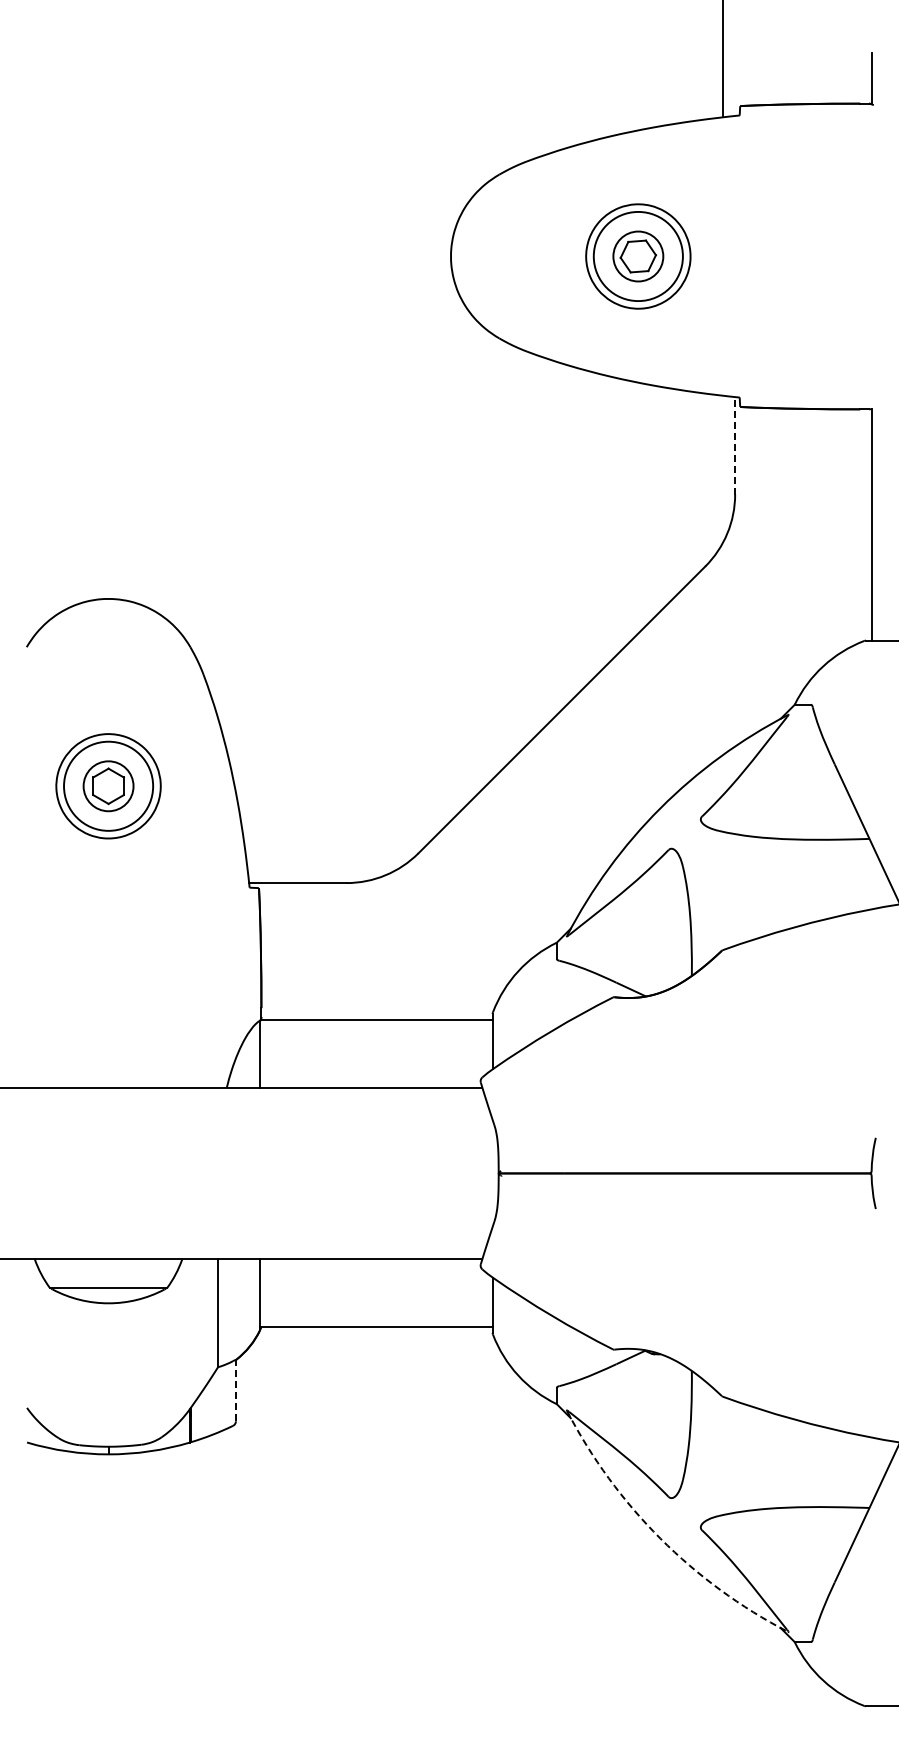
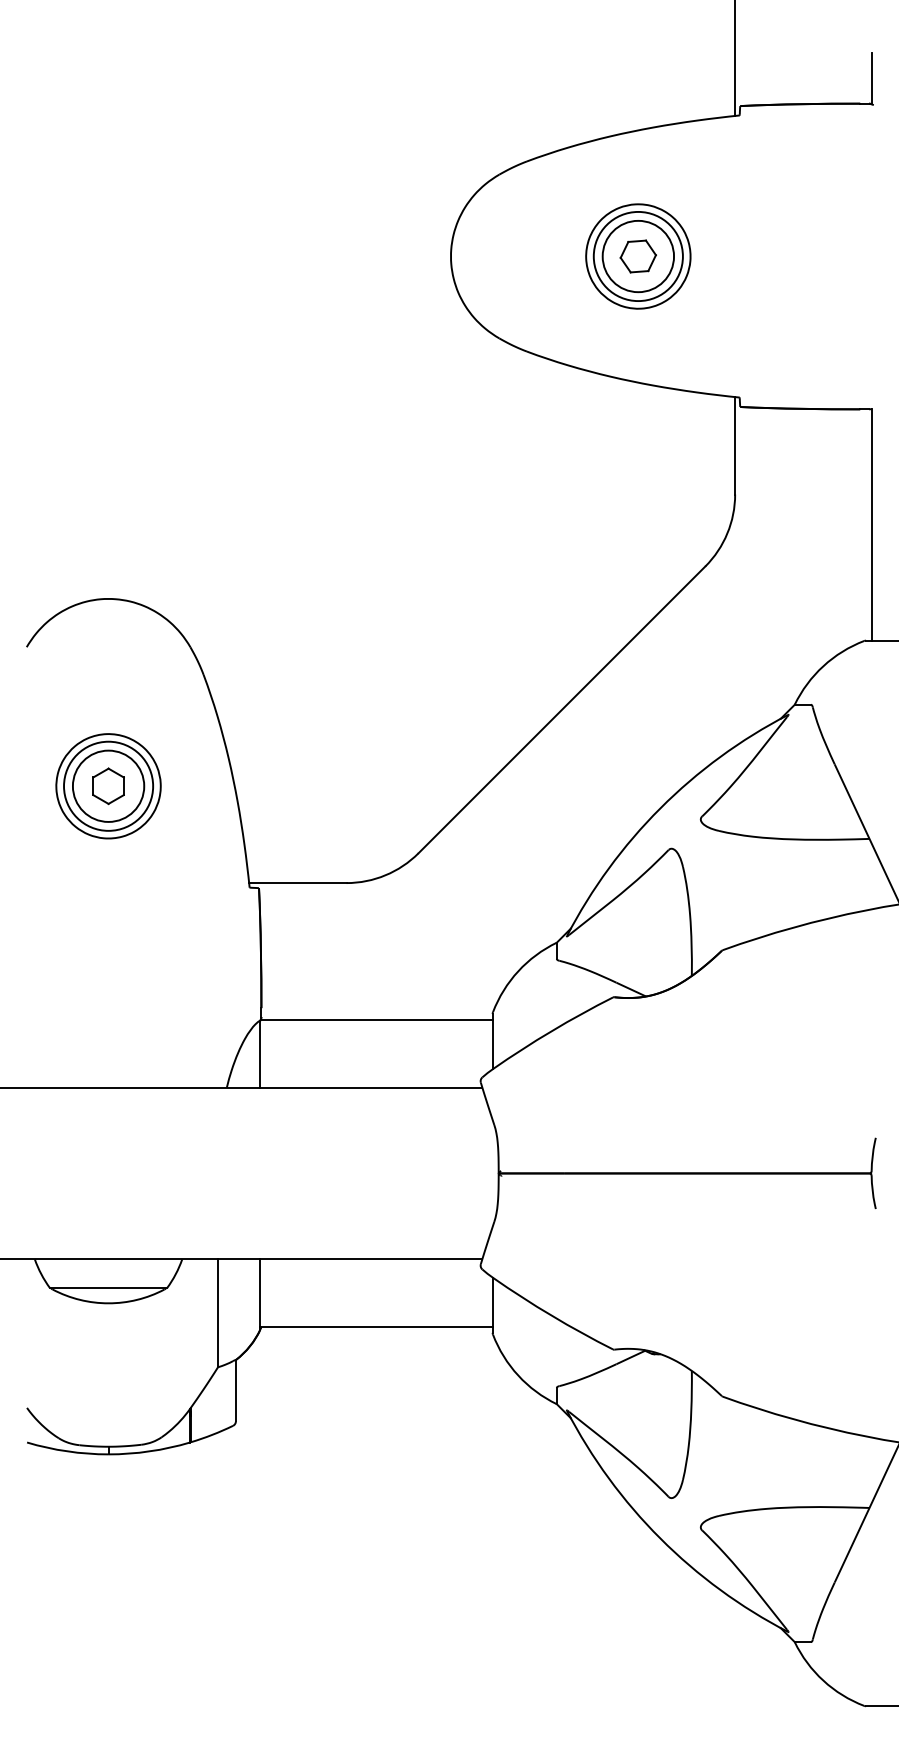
line at (723, 58) position: (723, 58) -> (735, 58)
circle at (638, 256) diameter: 50 px -> 71 px
line at (735, 445): dashed -> solid
circle at (108, 786) diameter: 50 px -> 71 px
line at (235, 1390): dashed -> solid
arc at (660, 1538): dashed -> solid
